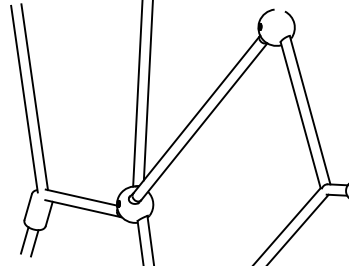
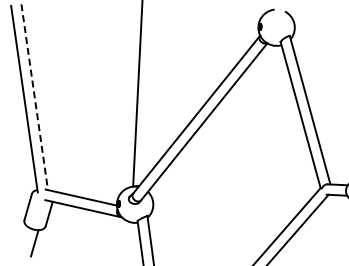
line at (147, 91): present -> none
line at (34, 97): solid -> dashed
line at (24, 240): present -> none
